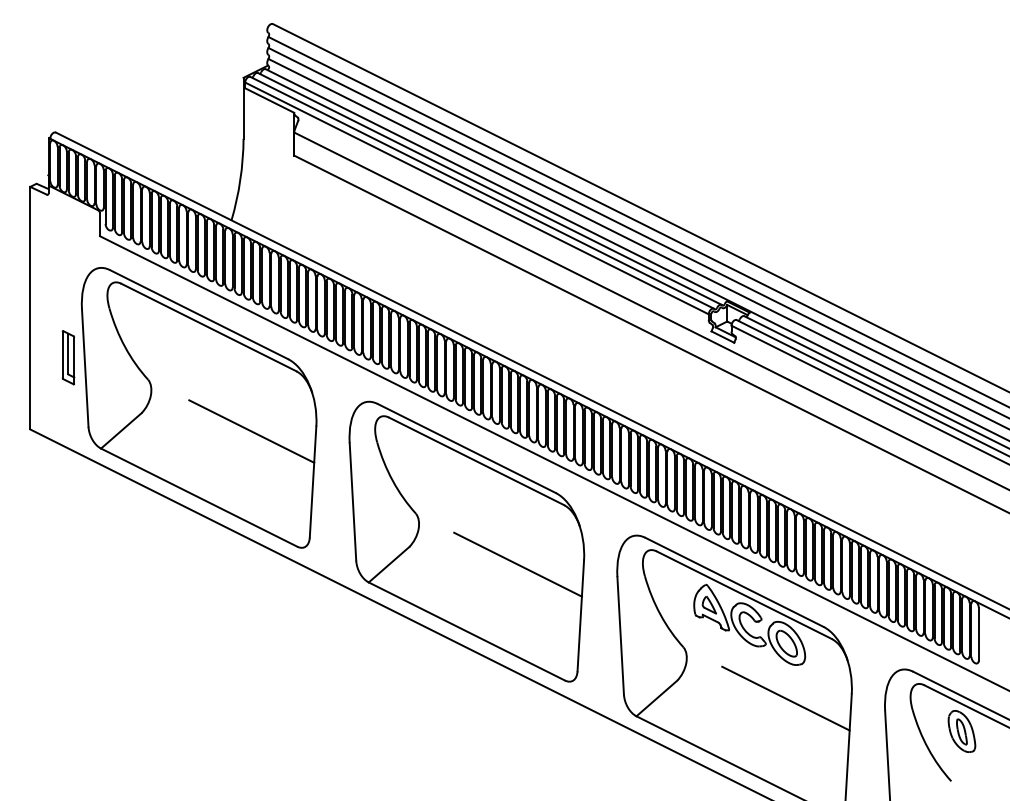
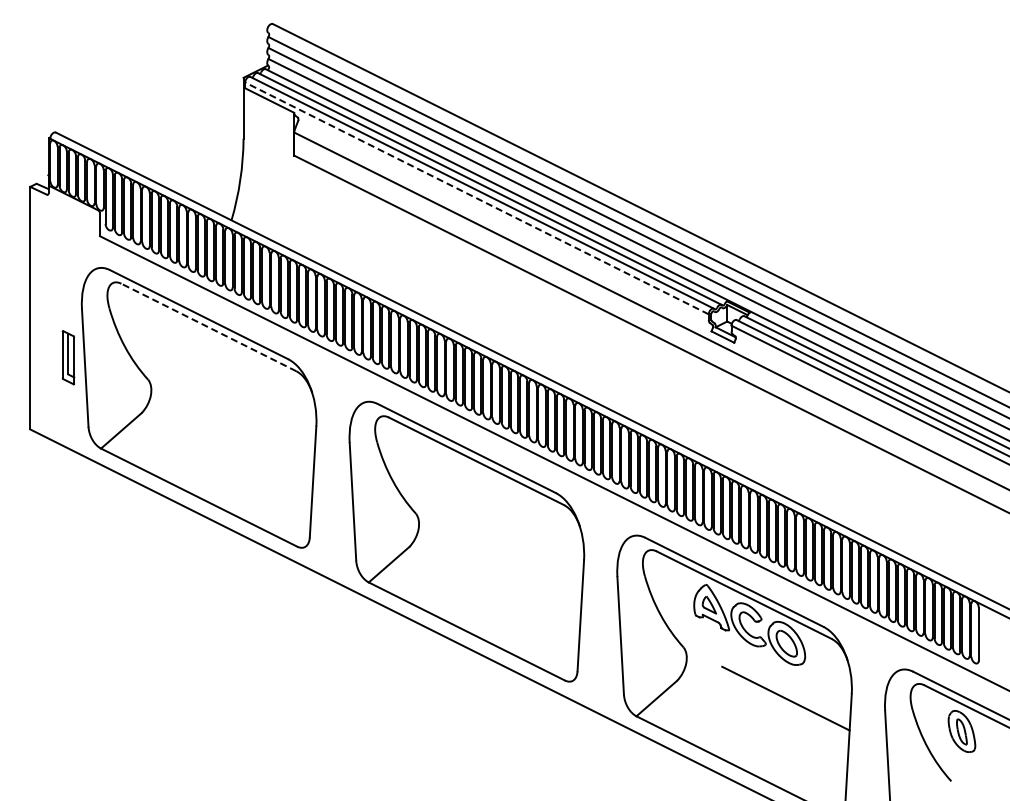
line at (476, 198): solid -> dashed
line at (208, 327): solid -> dashed
line at (251, 431): present -> none
line at (517, 564): present -> none
